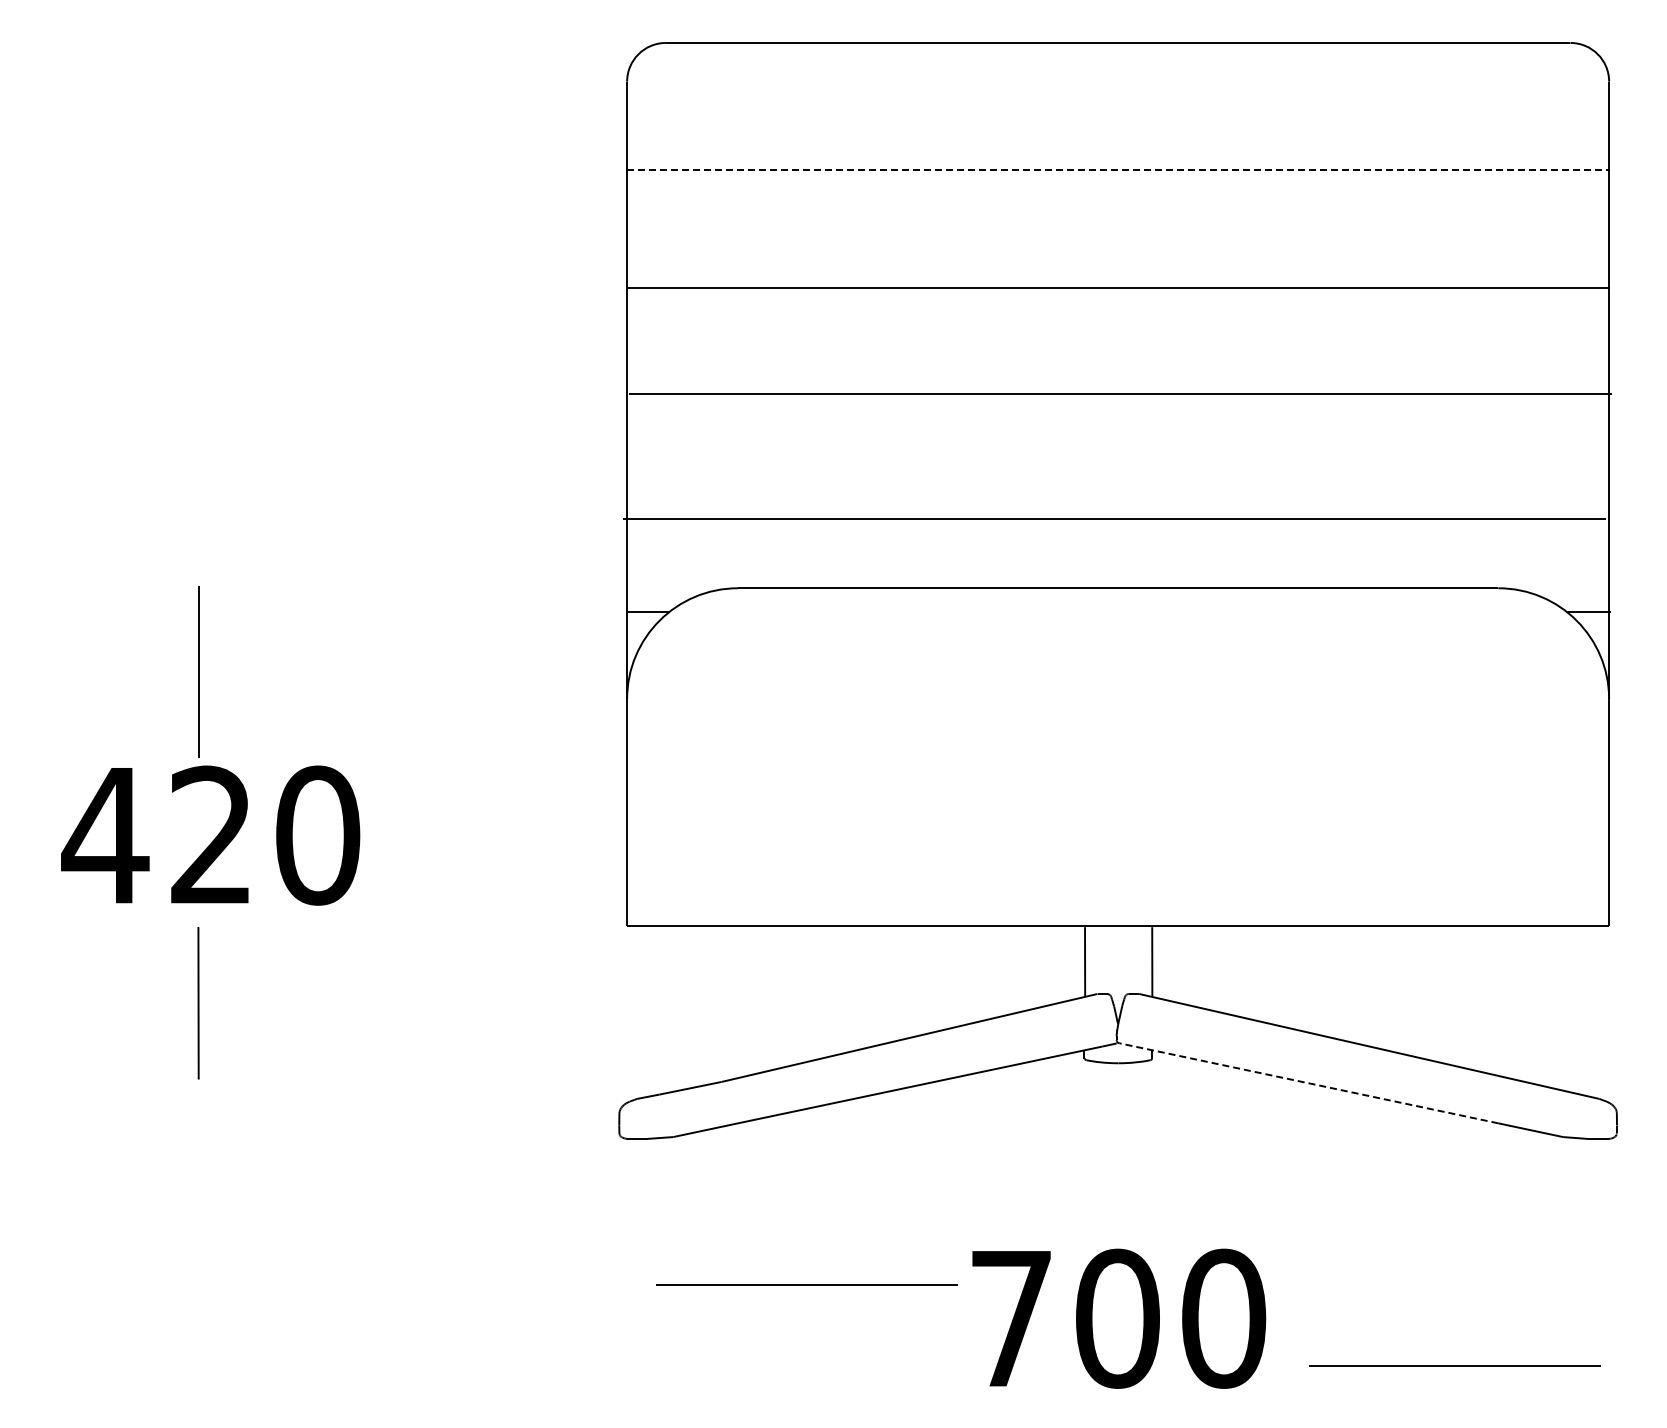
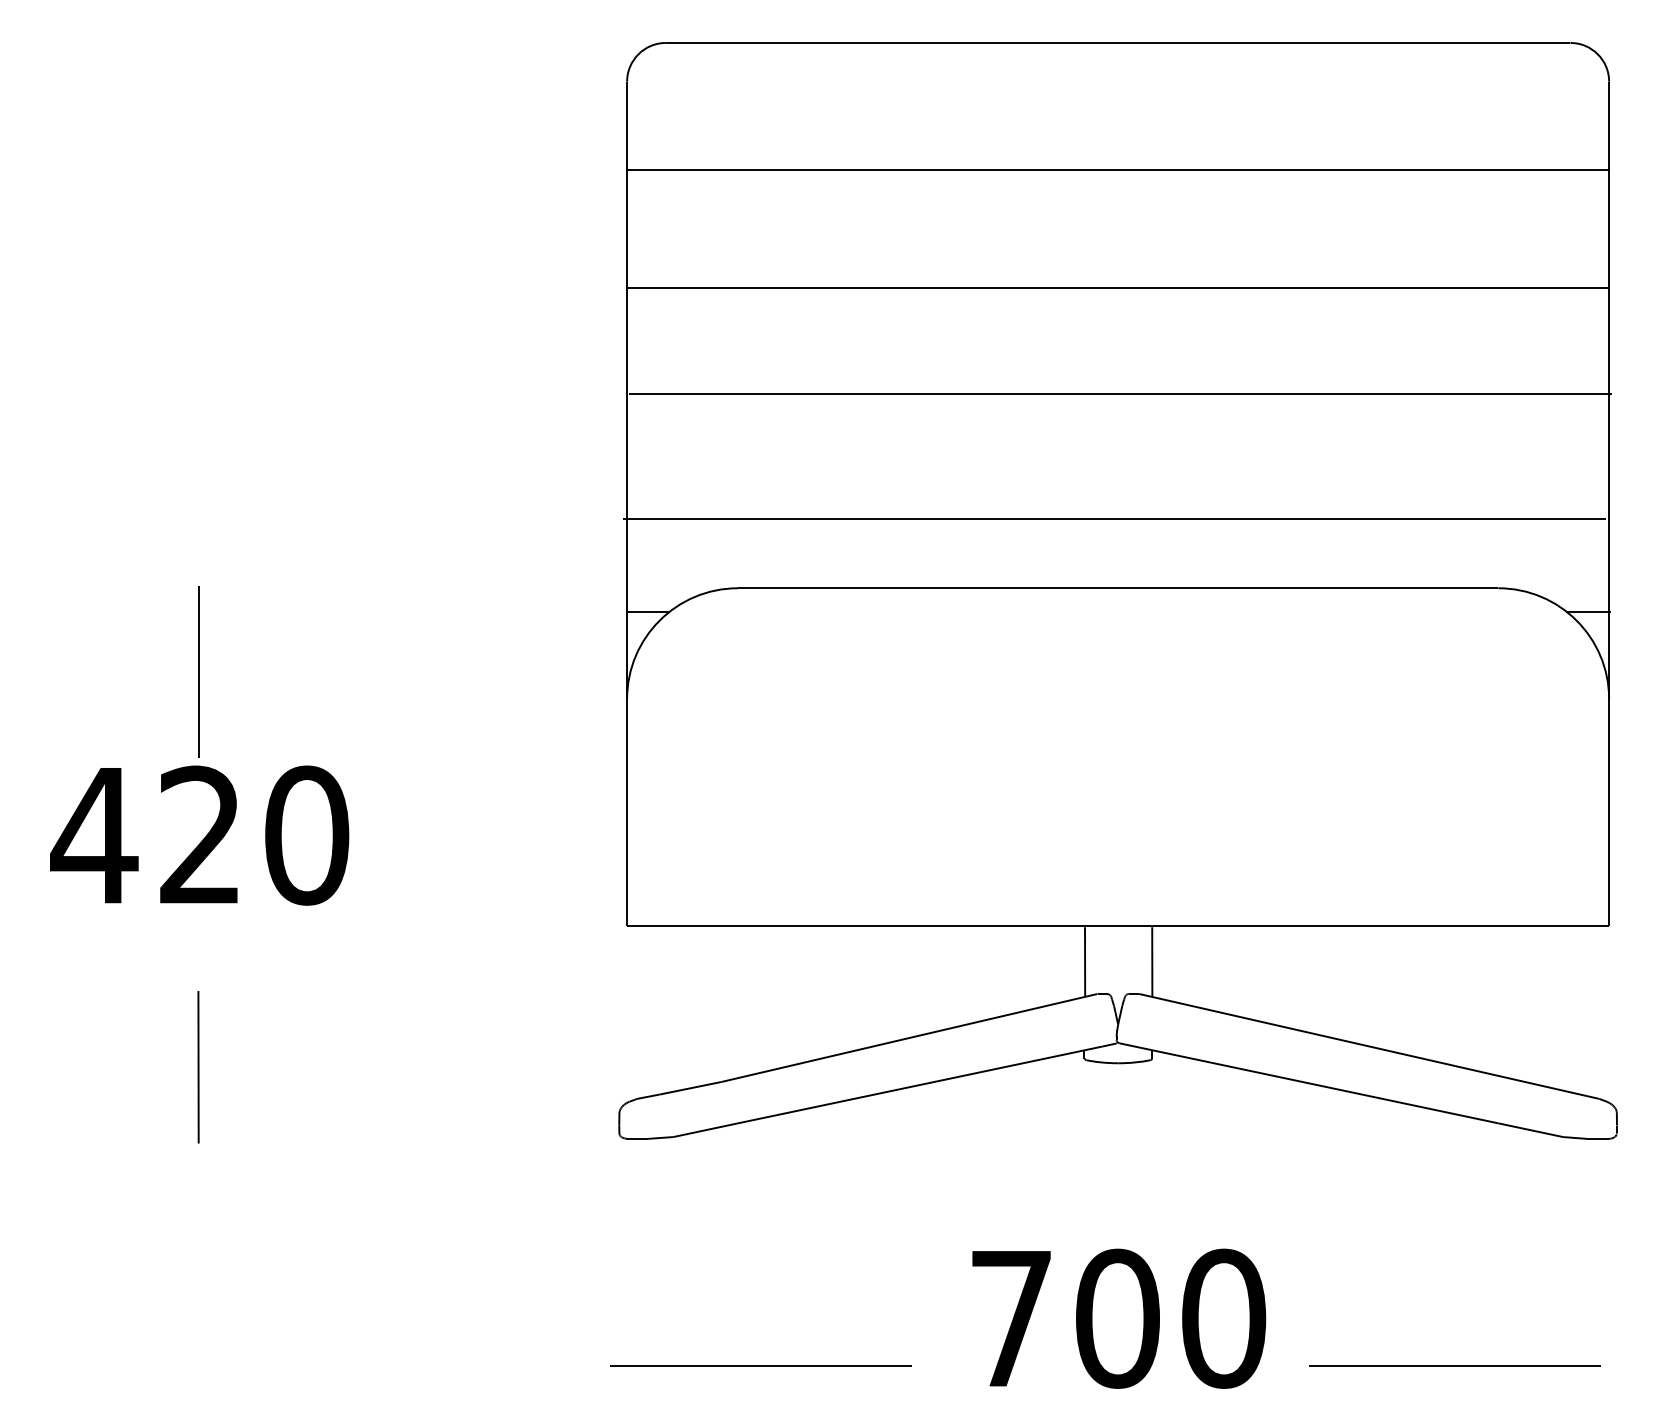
line at (1118, 169): dashed -> solid
text at (210, 835) position: (210, 835) -> (199, 835)
line at (198, 1003) position: (198, 1003) -> (198, 1067)
line at (1308, 1083): dashed -> solid
line at (806, 1284) position: (806, 1284) -> (760, 1365)
